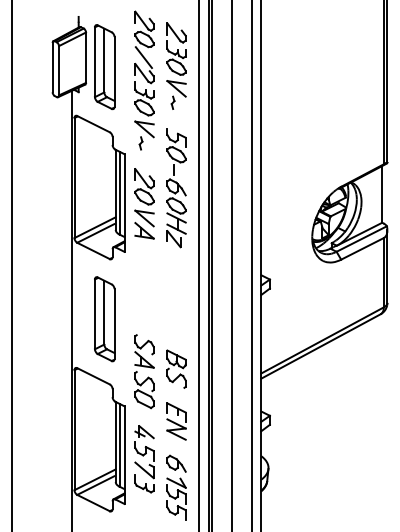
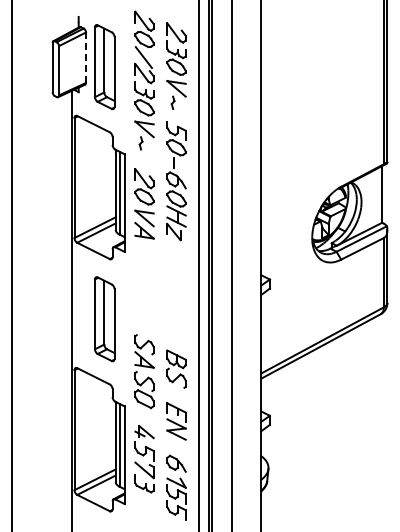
line at (86, 57): solid -> dashed
part at (176, 188) position: (176, 188) -> (176, 181)
line at (252, 265): present -> none
